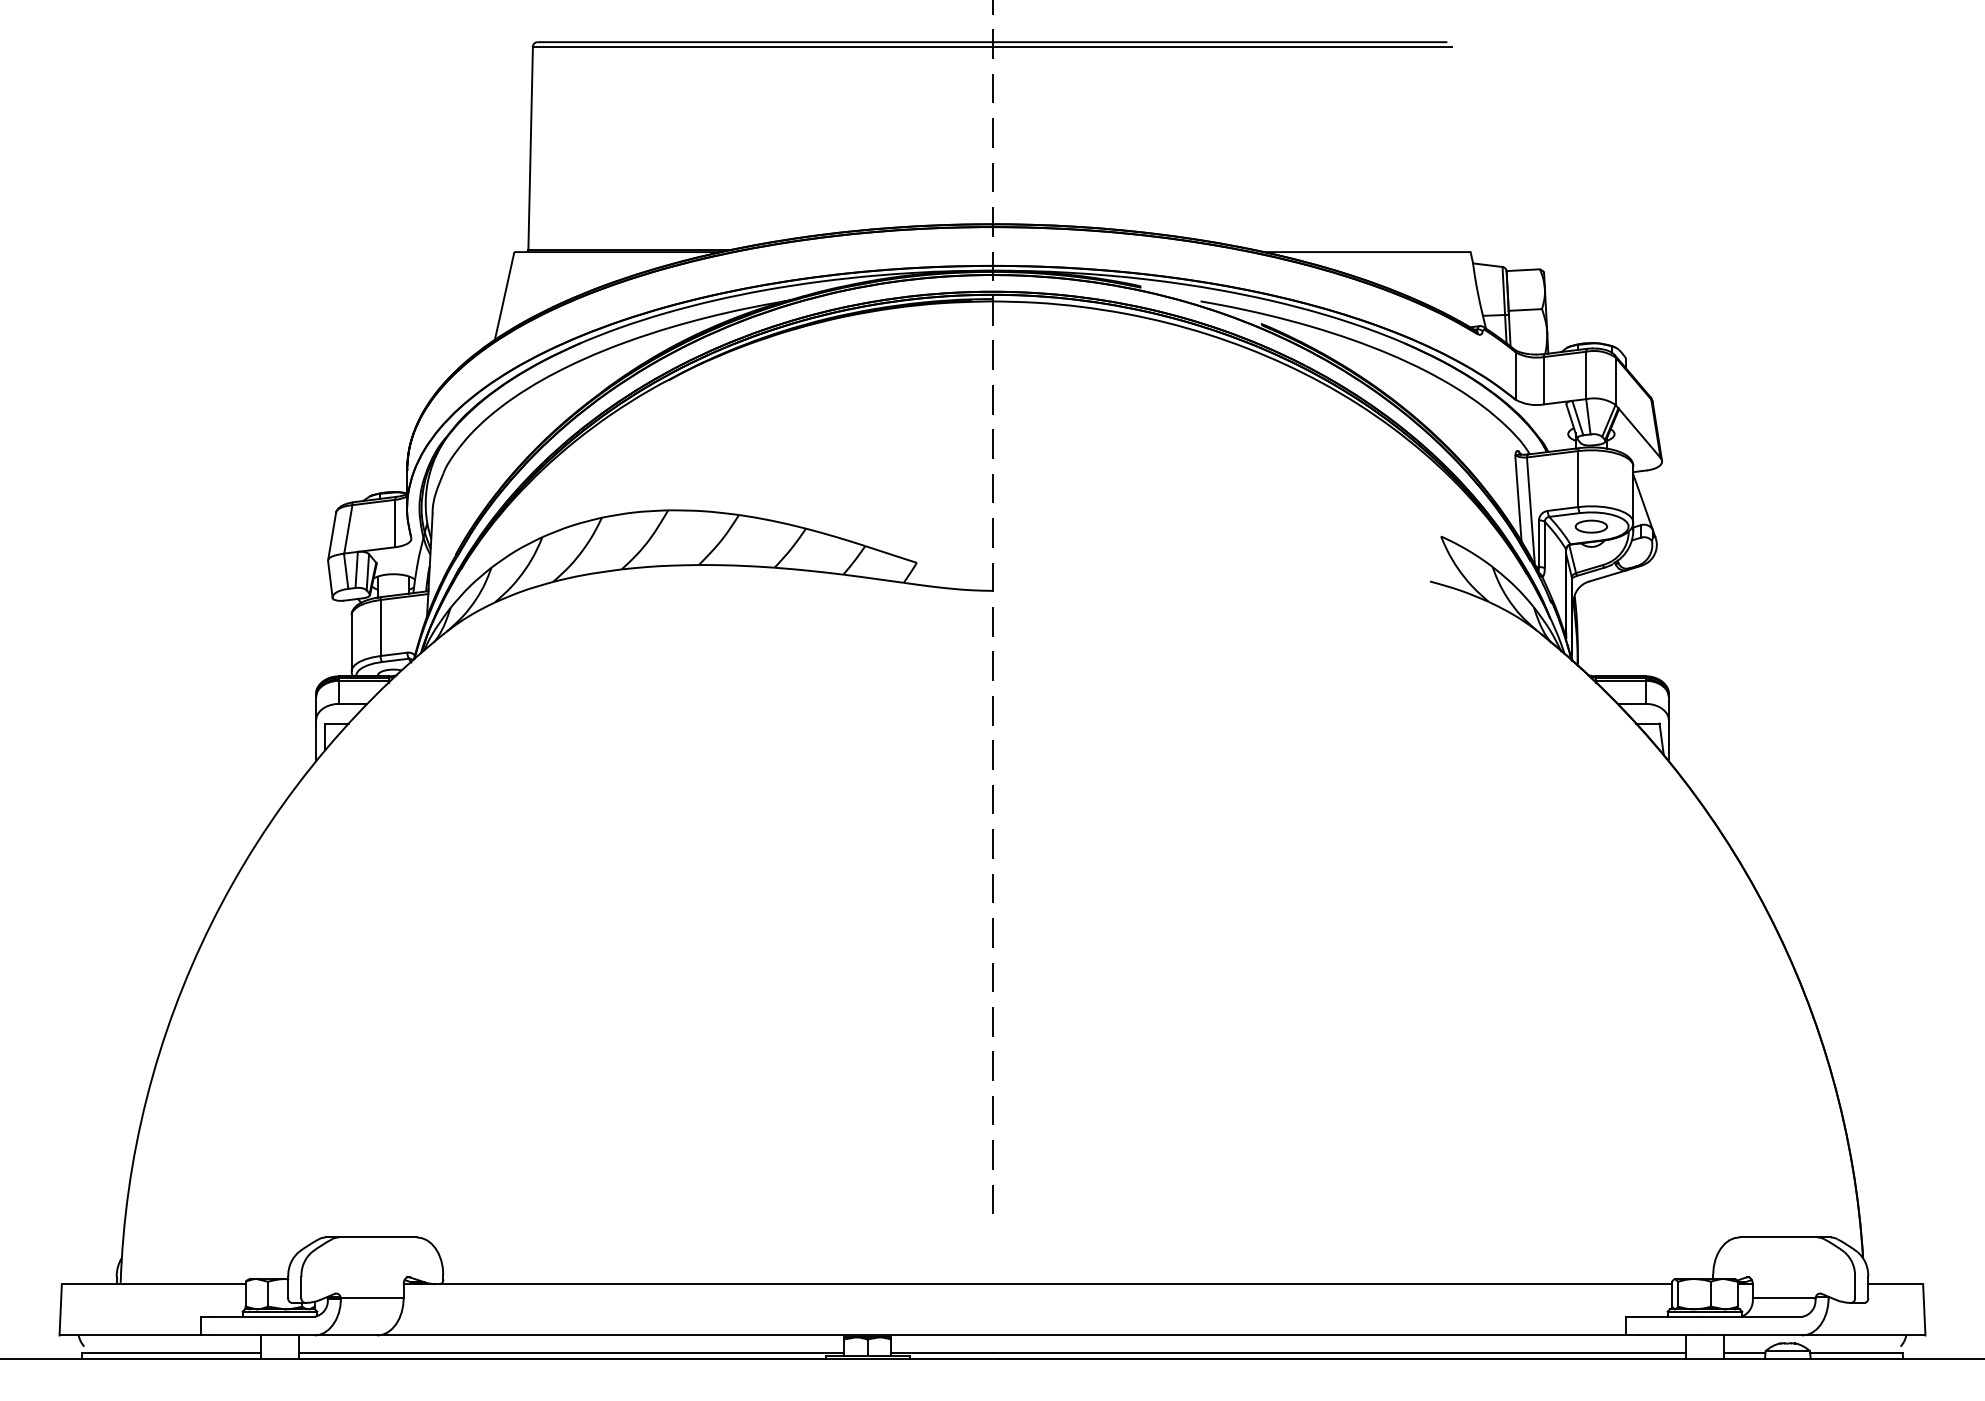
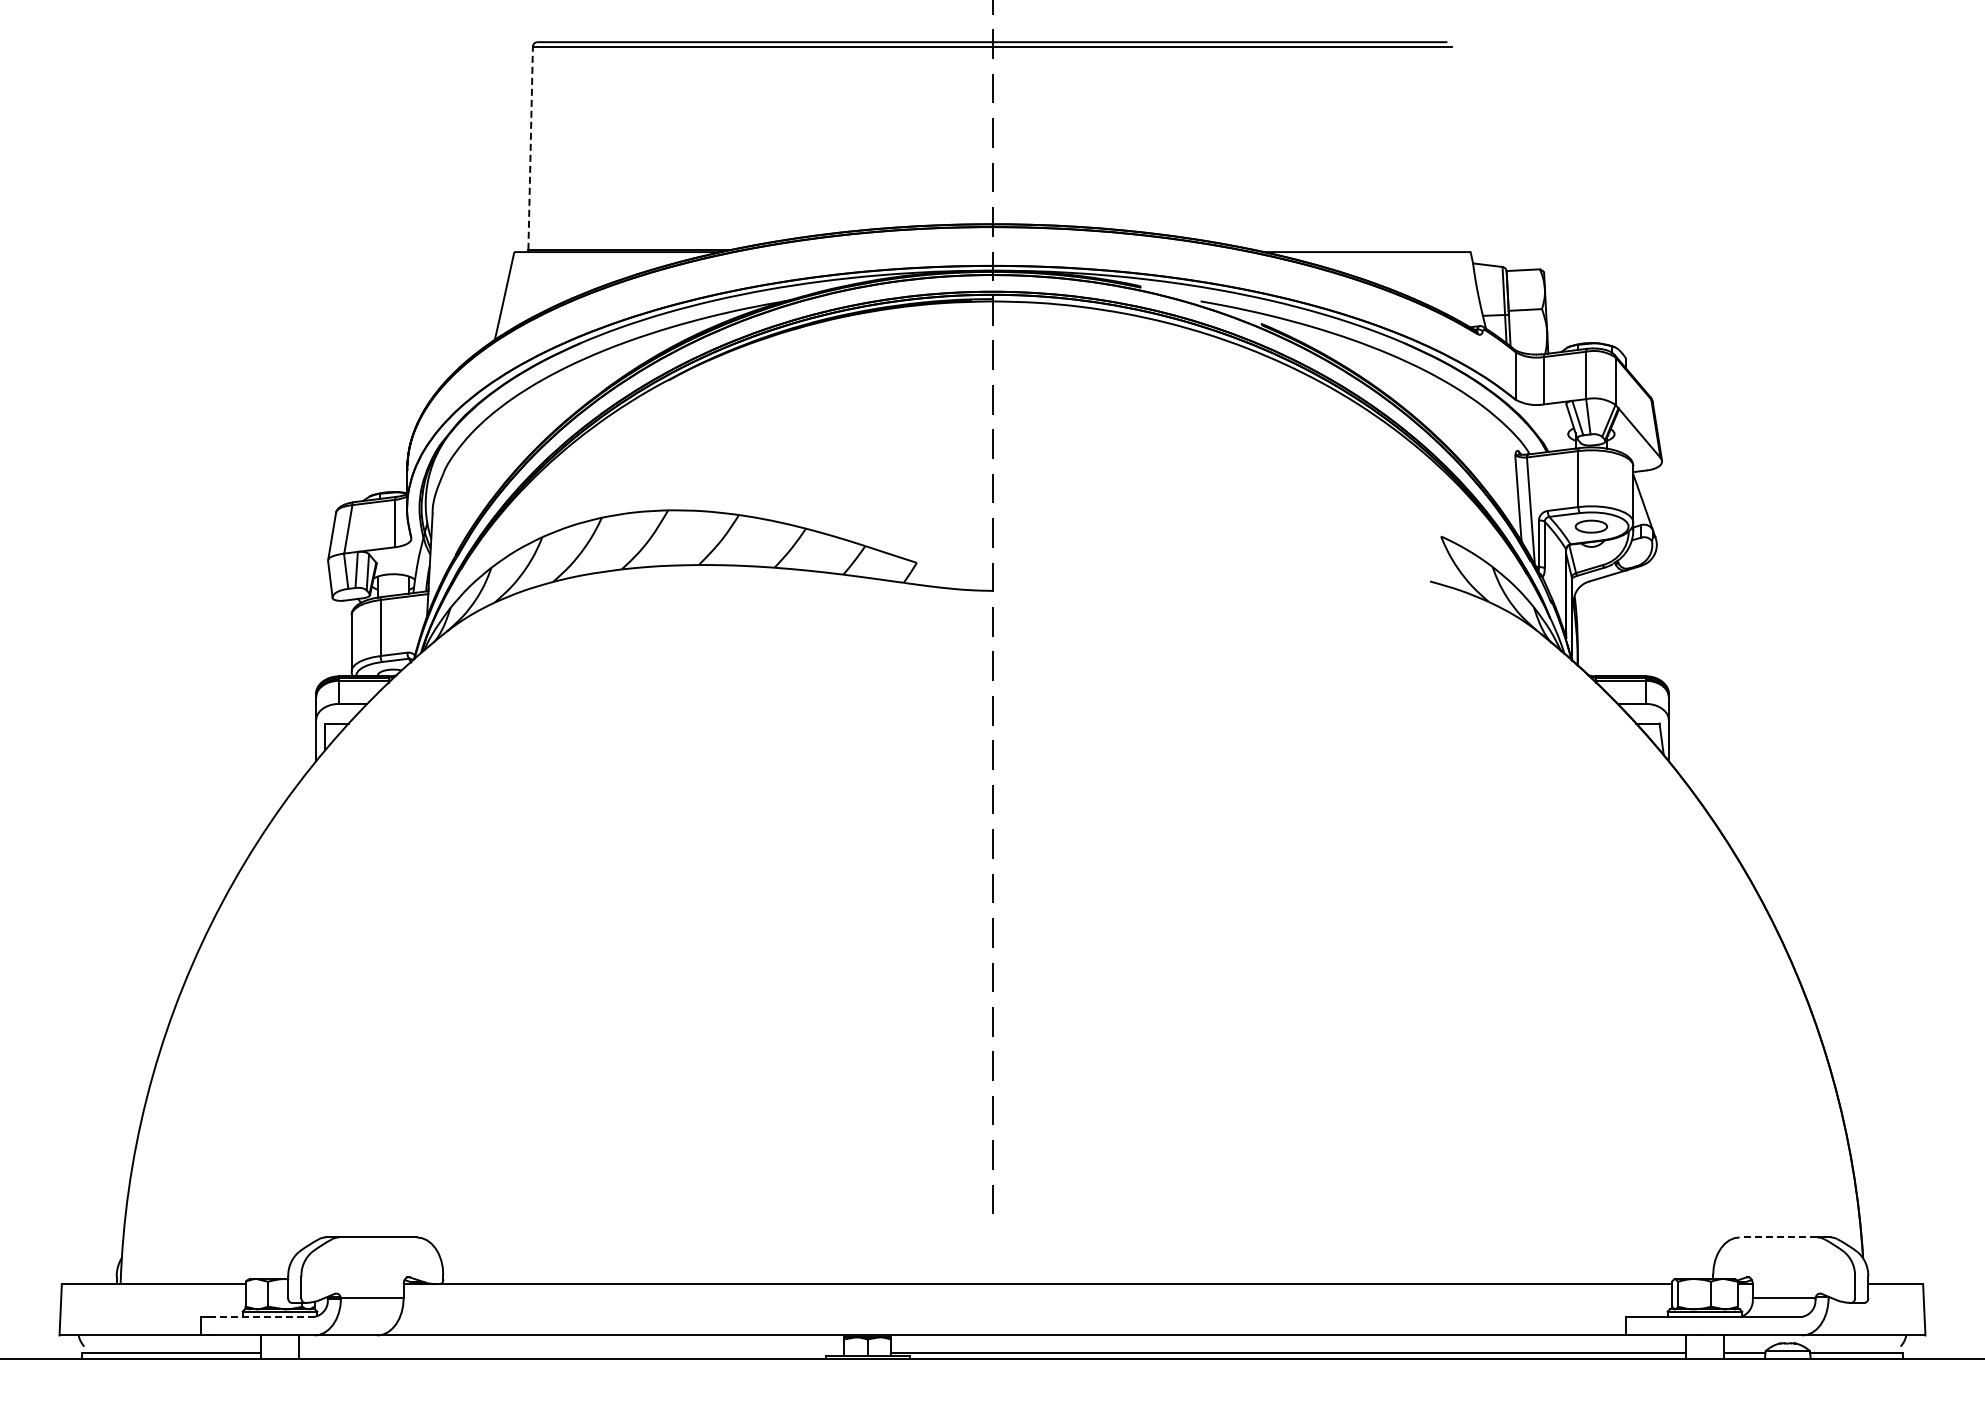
line at (530, 148): solid -> dashed
line at (1778, 1237): solid -> dashed
line at (263, 1316): solid -> dashed
line at (571, 1353): present -> none
